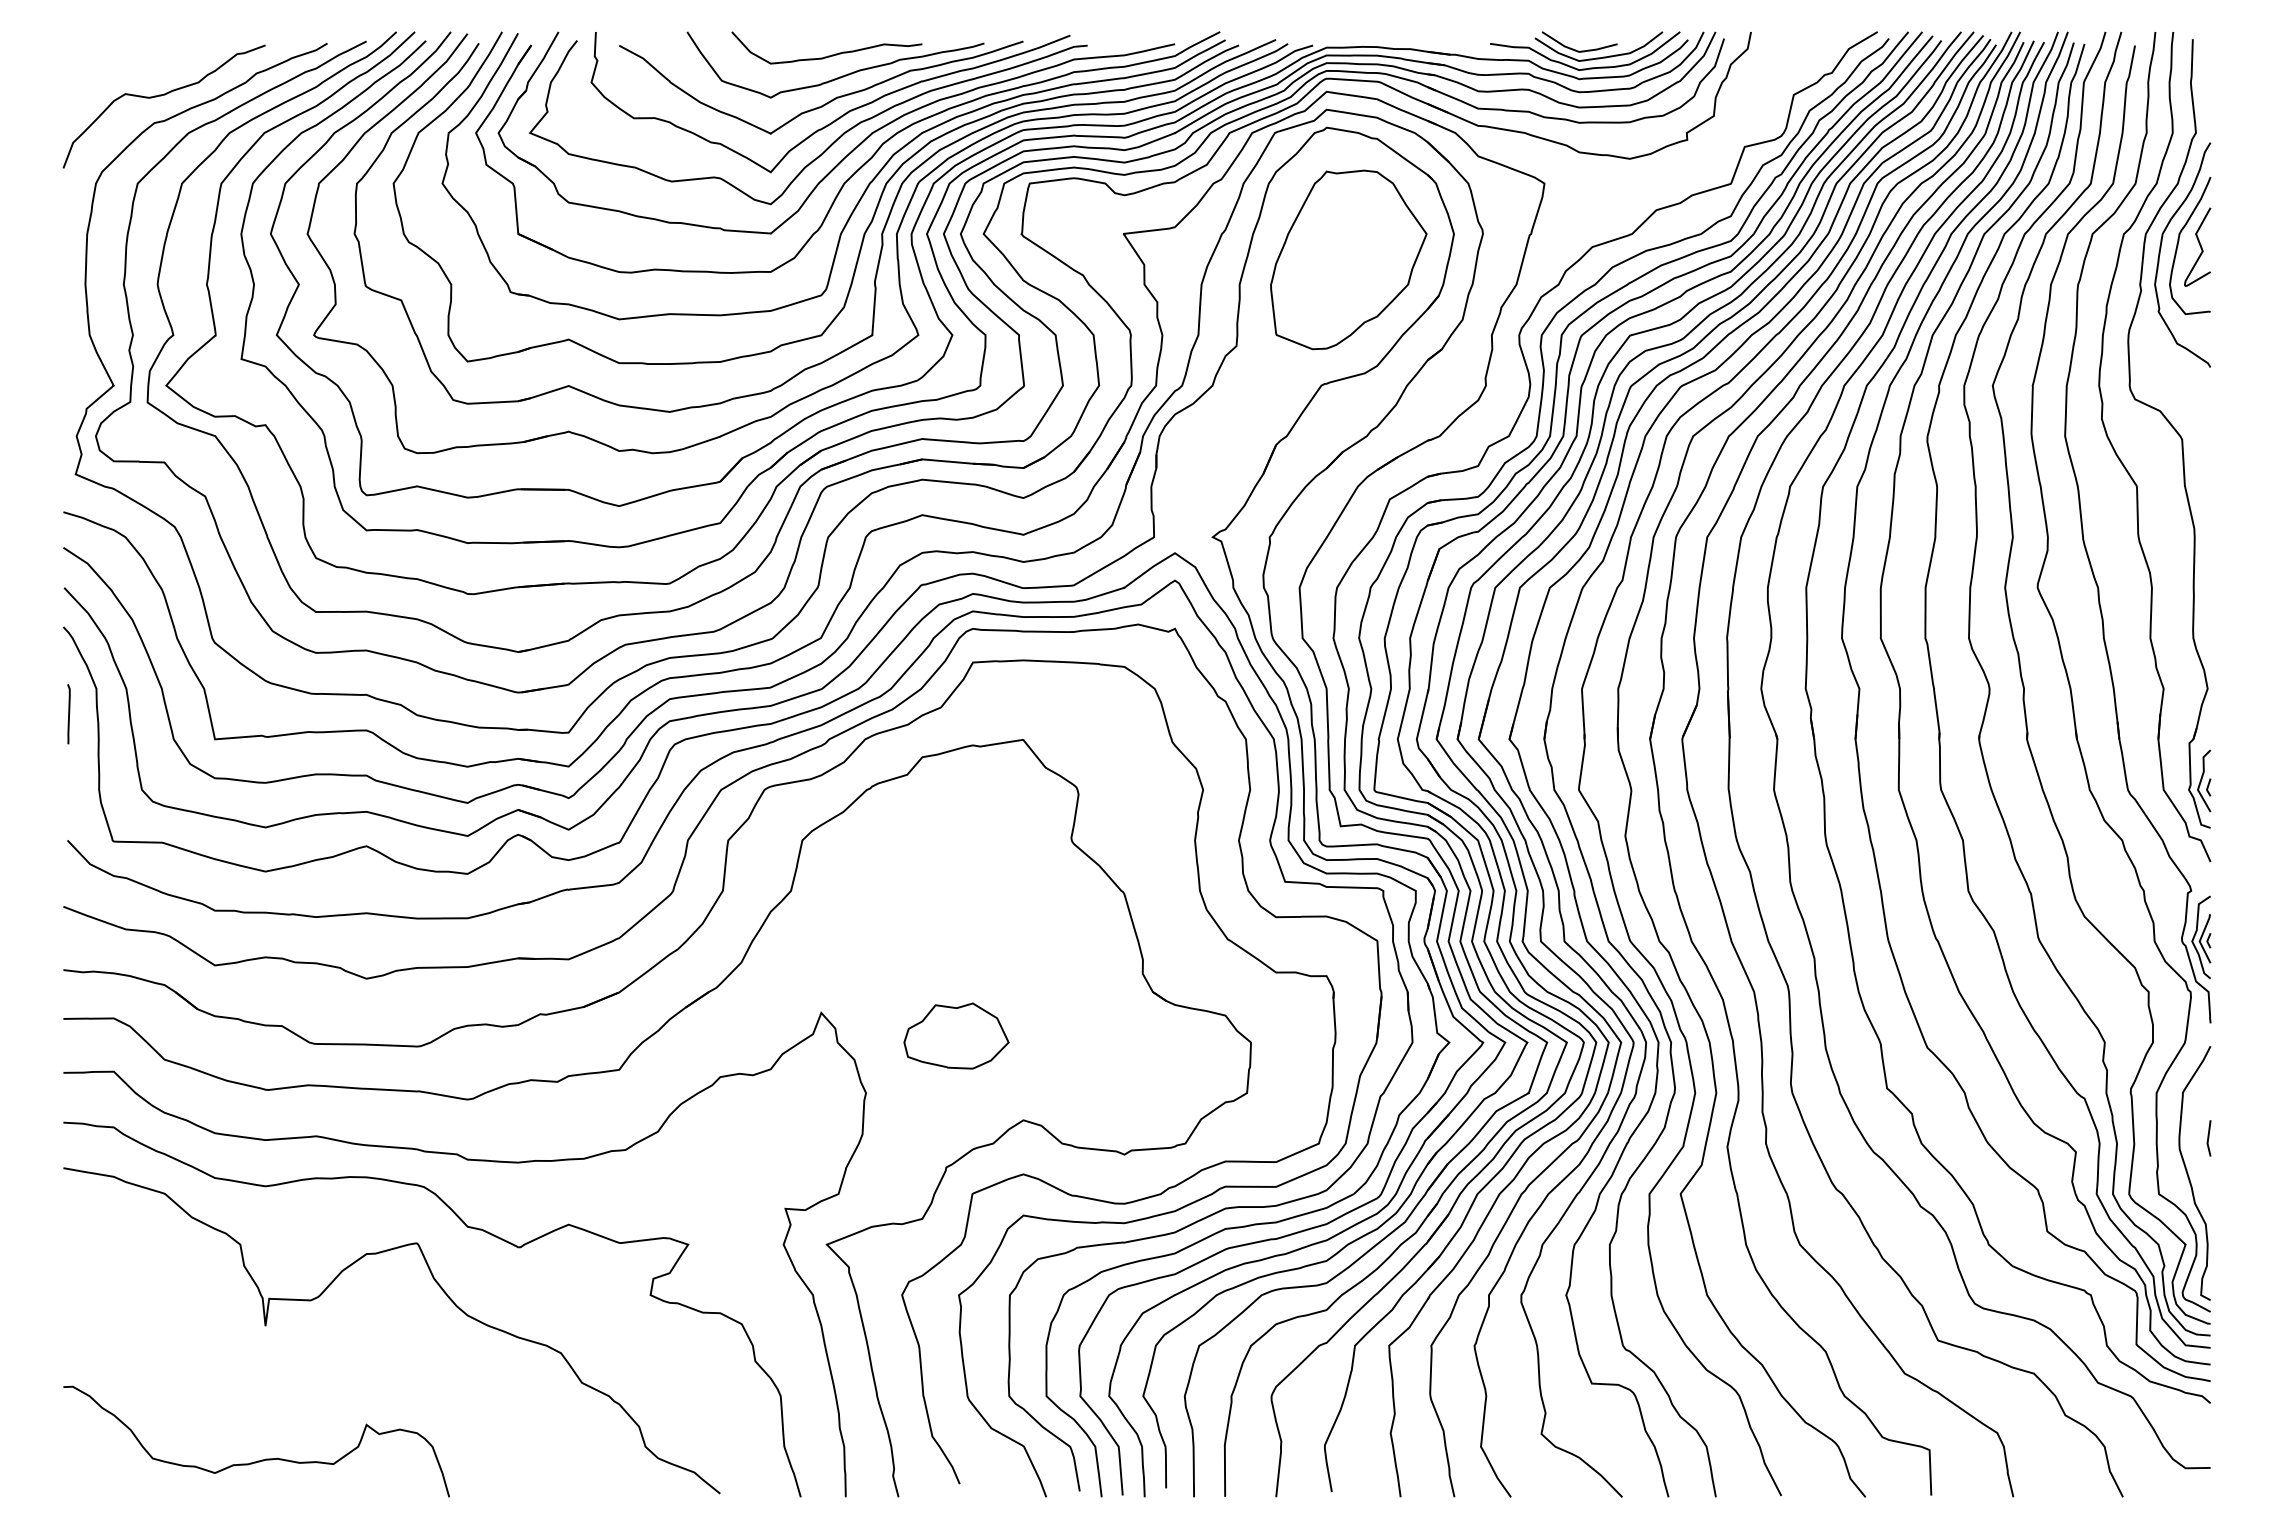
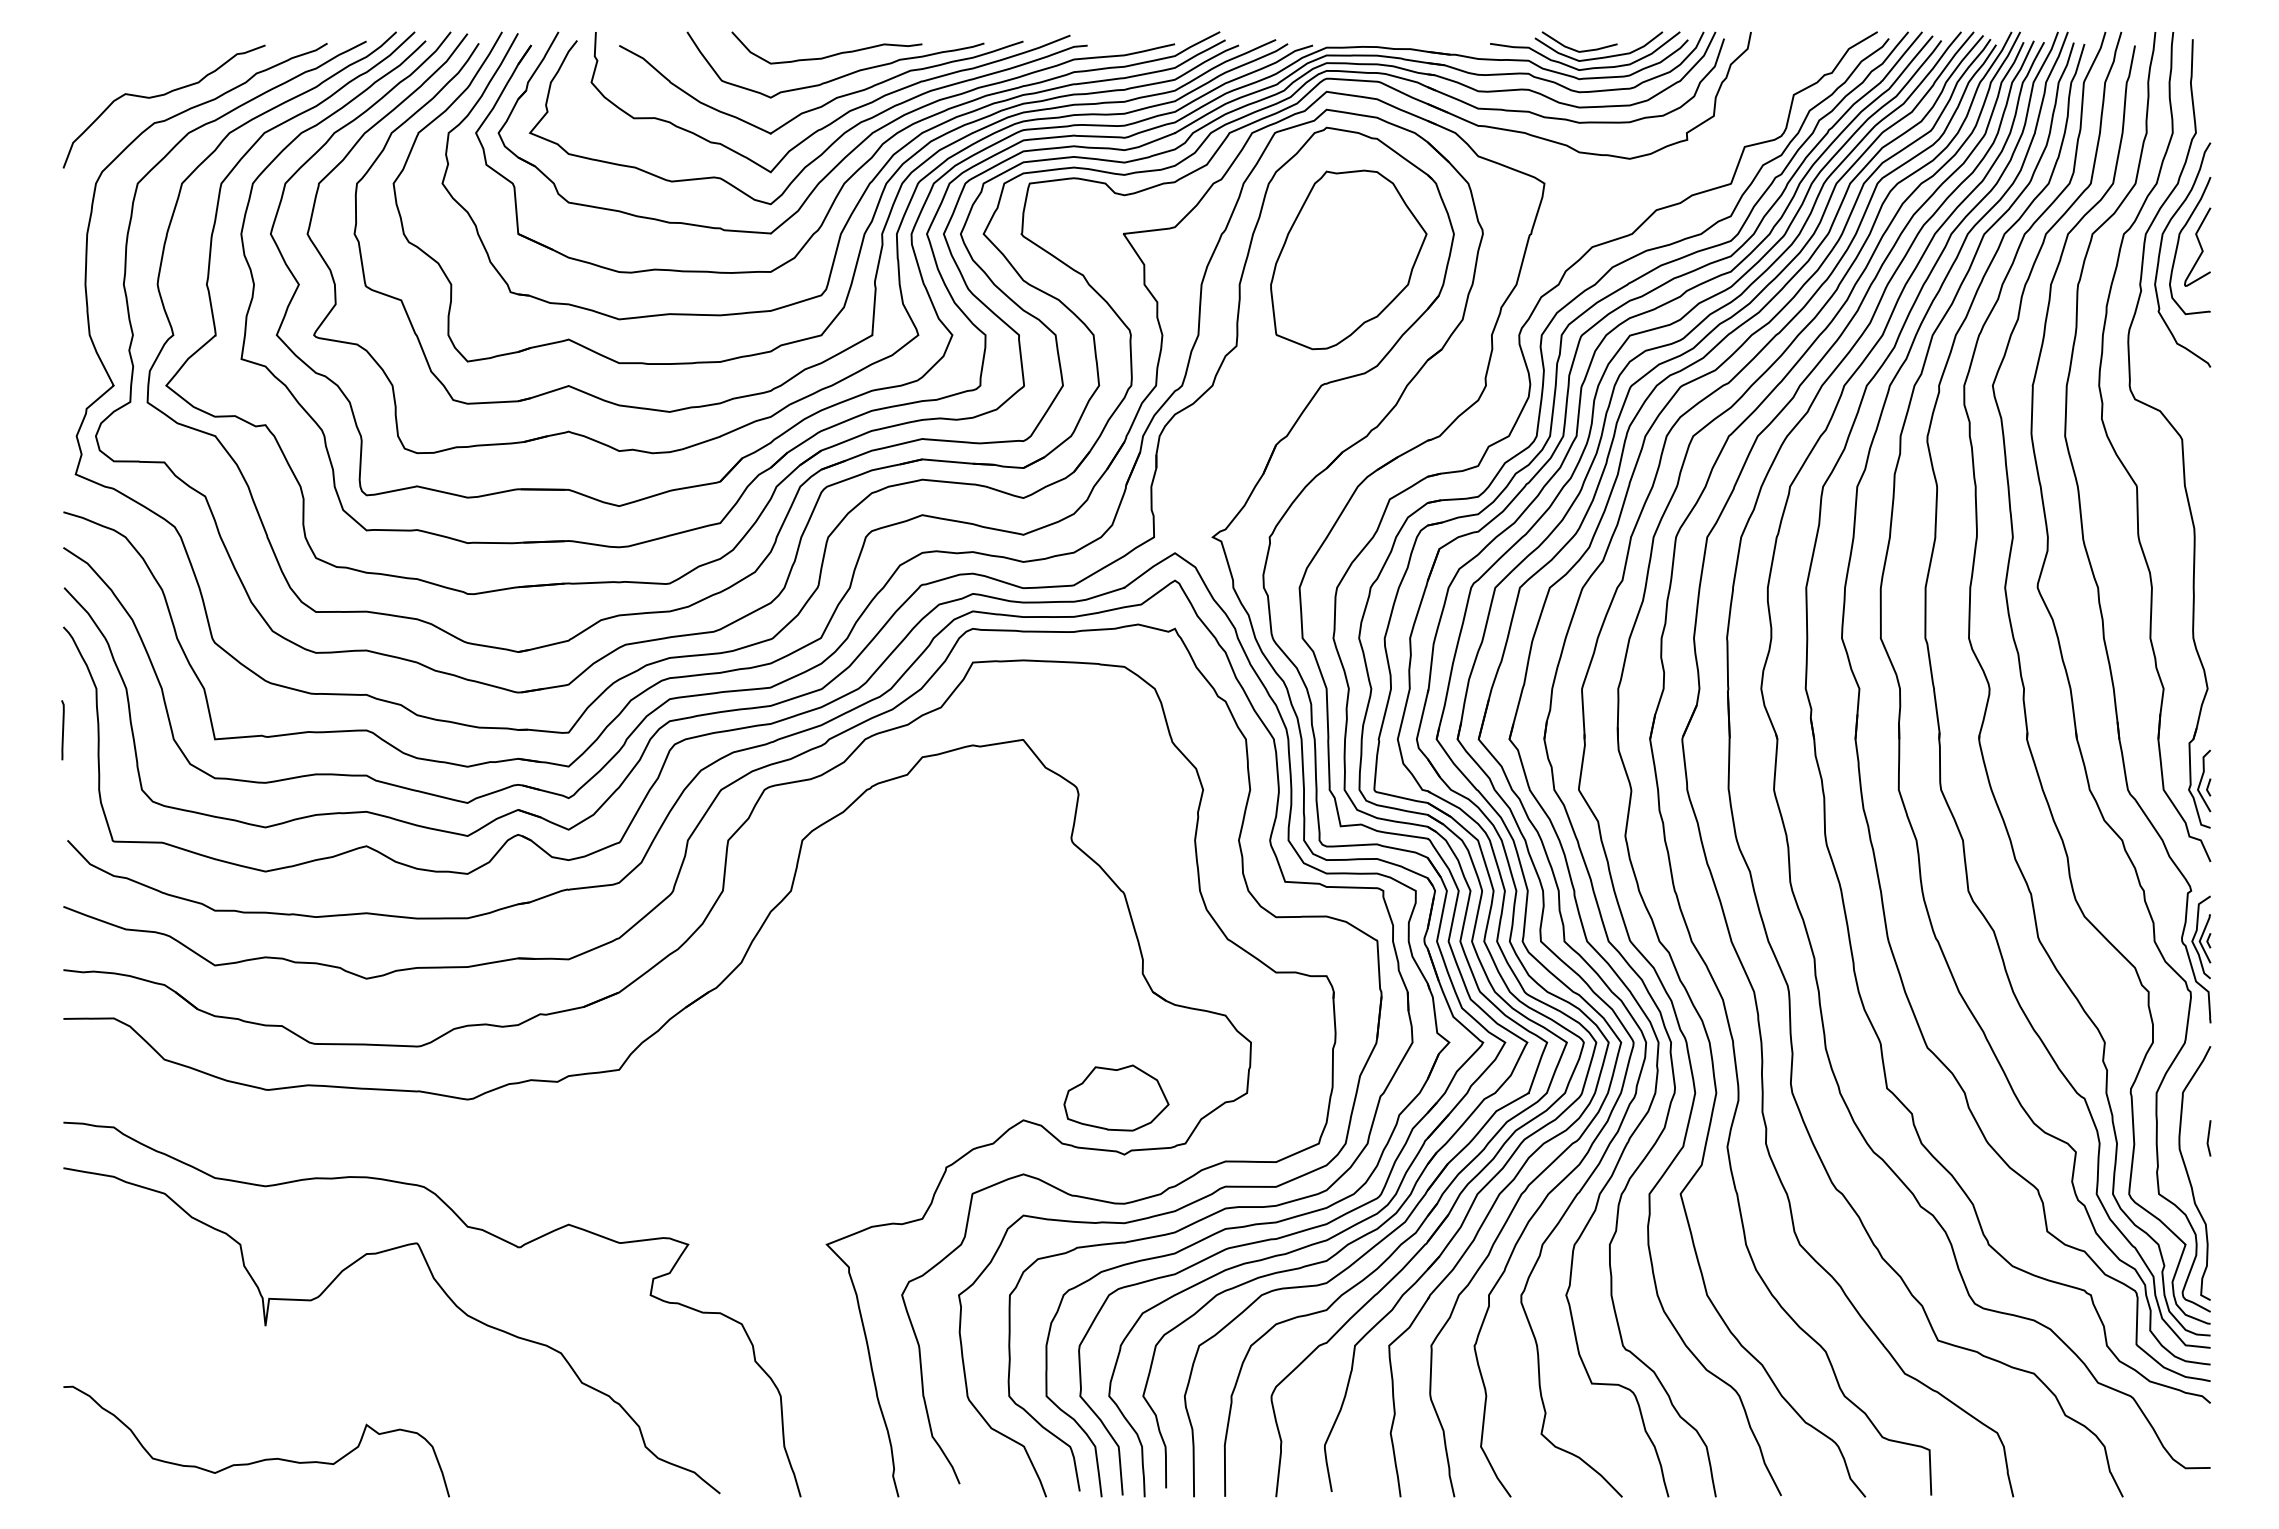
line at (68, 714) position: (68, 714) -> (62, 730)
part at (956, 1035) position: (956, 1035) -> (1116, 1097)
curve at (477, 1161): present -> none
